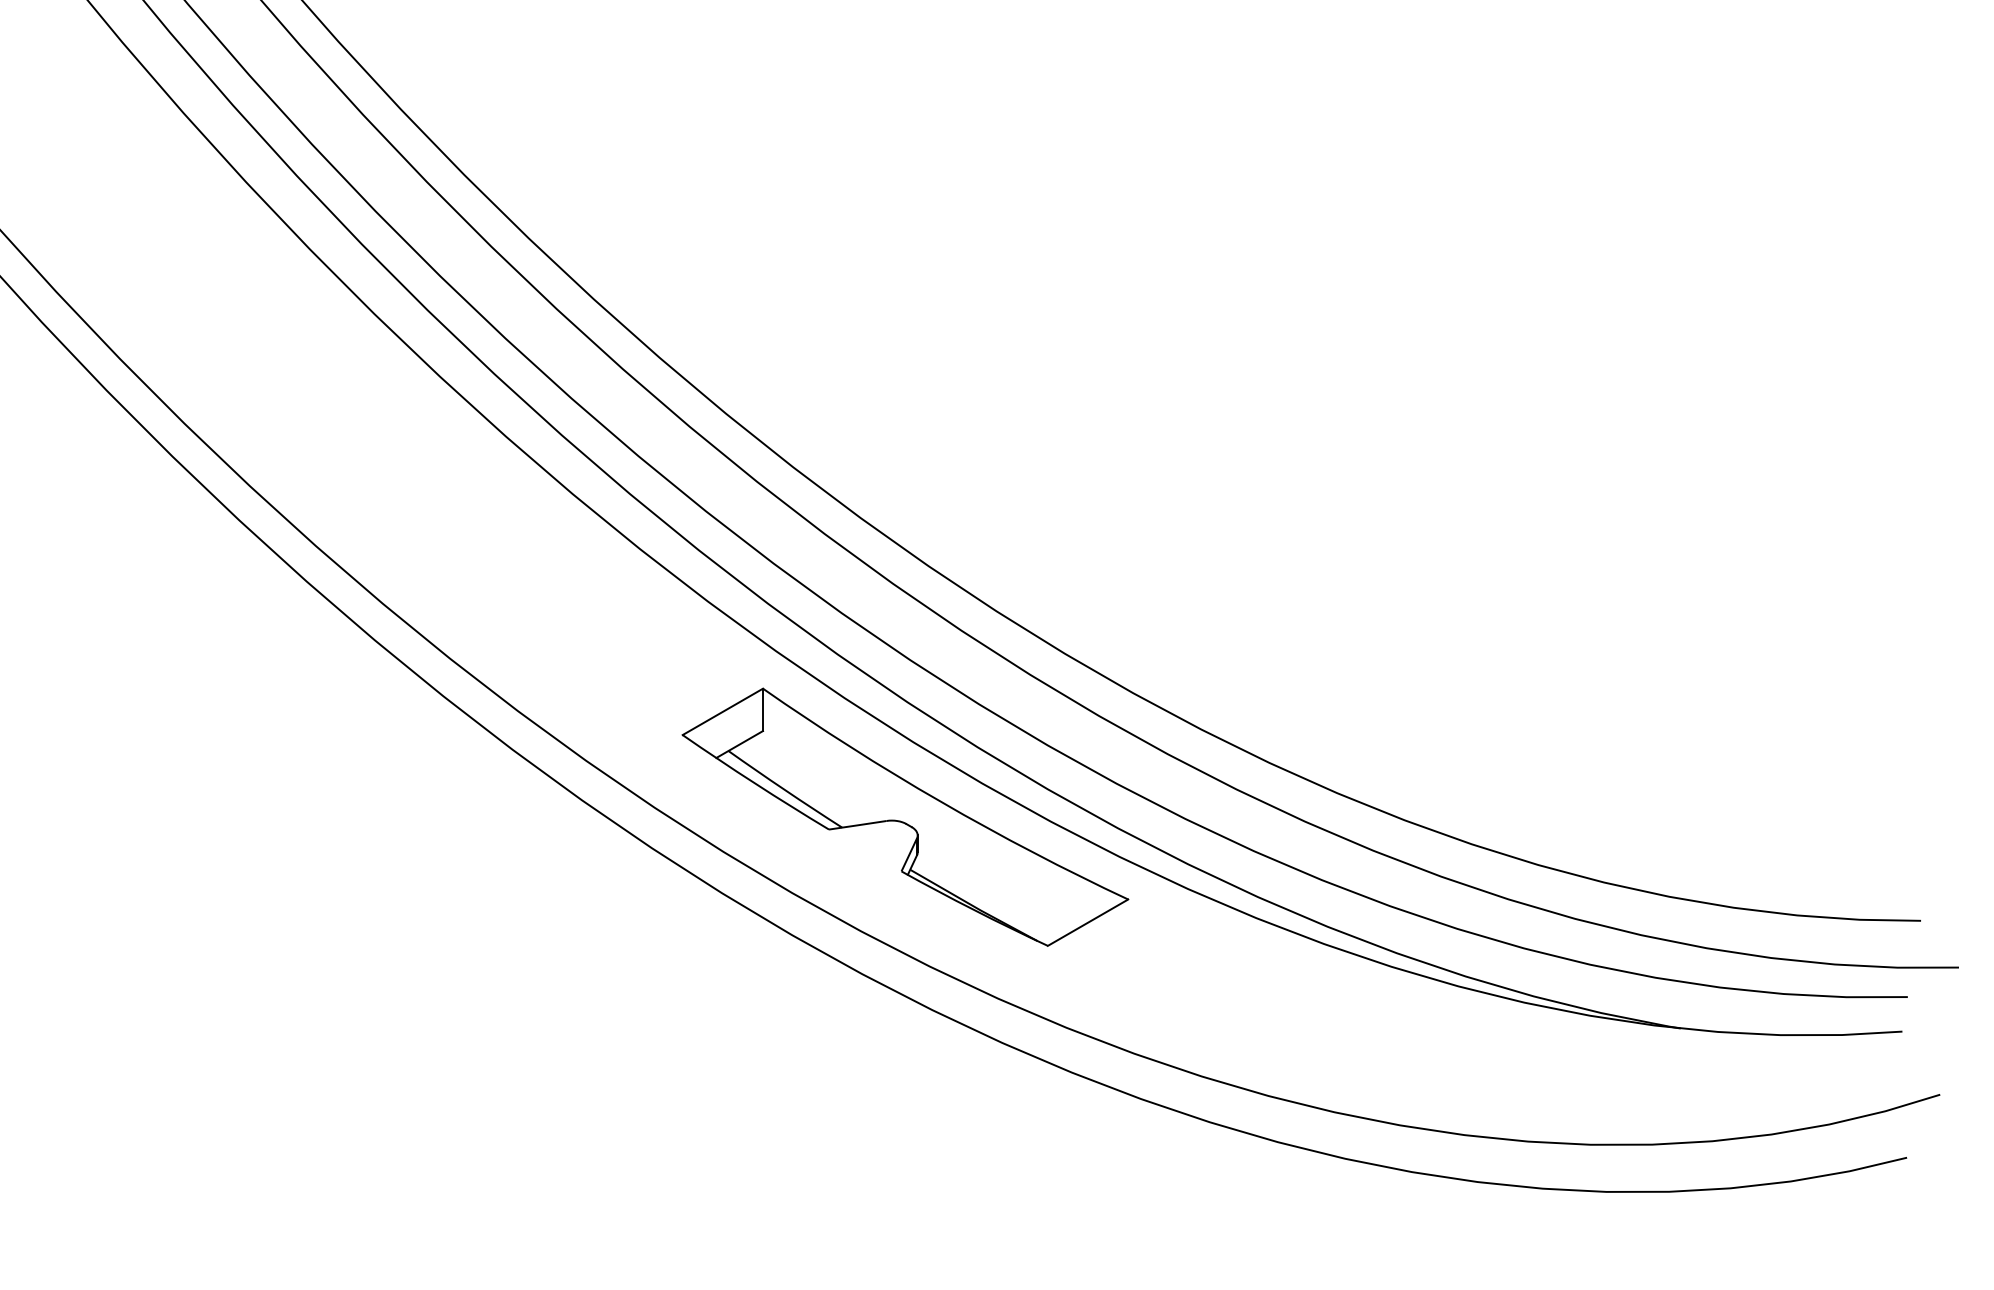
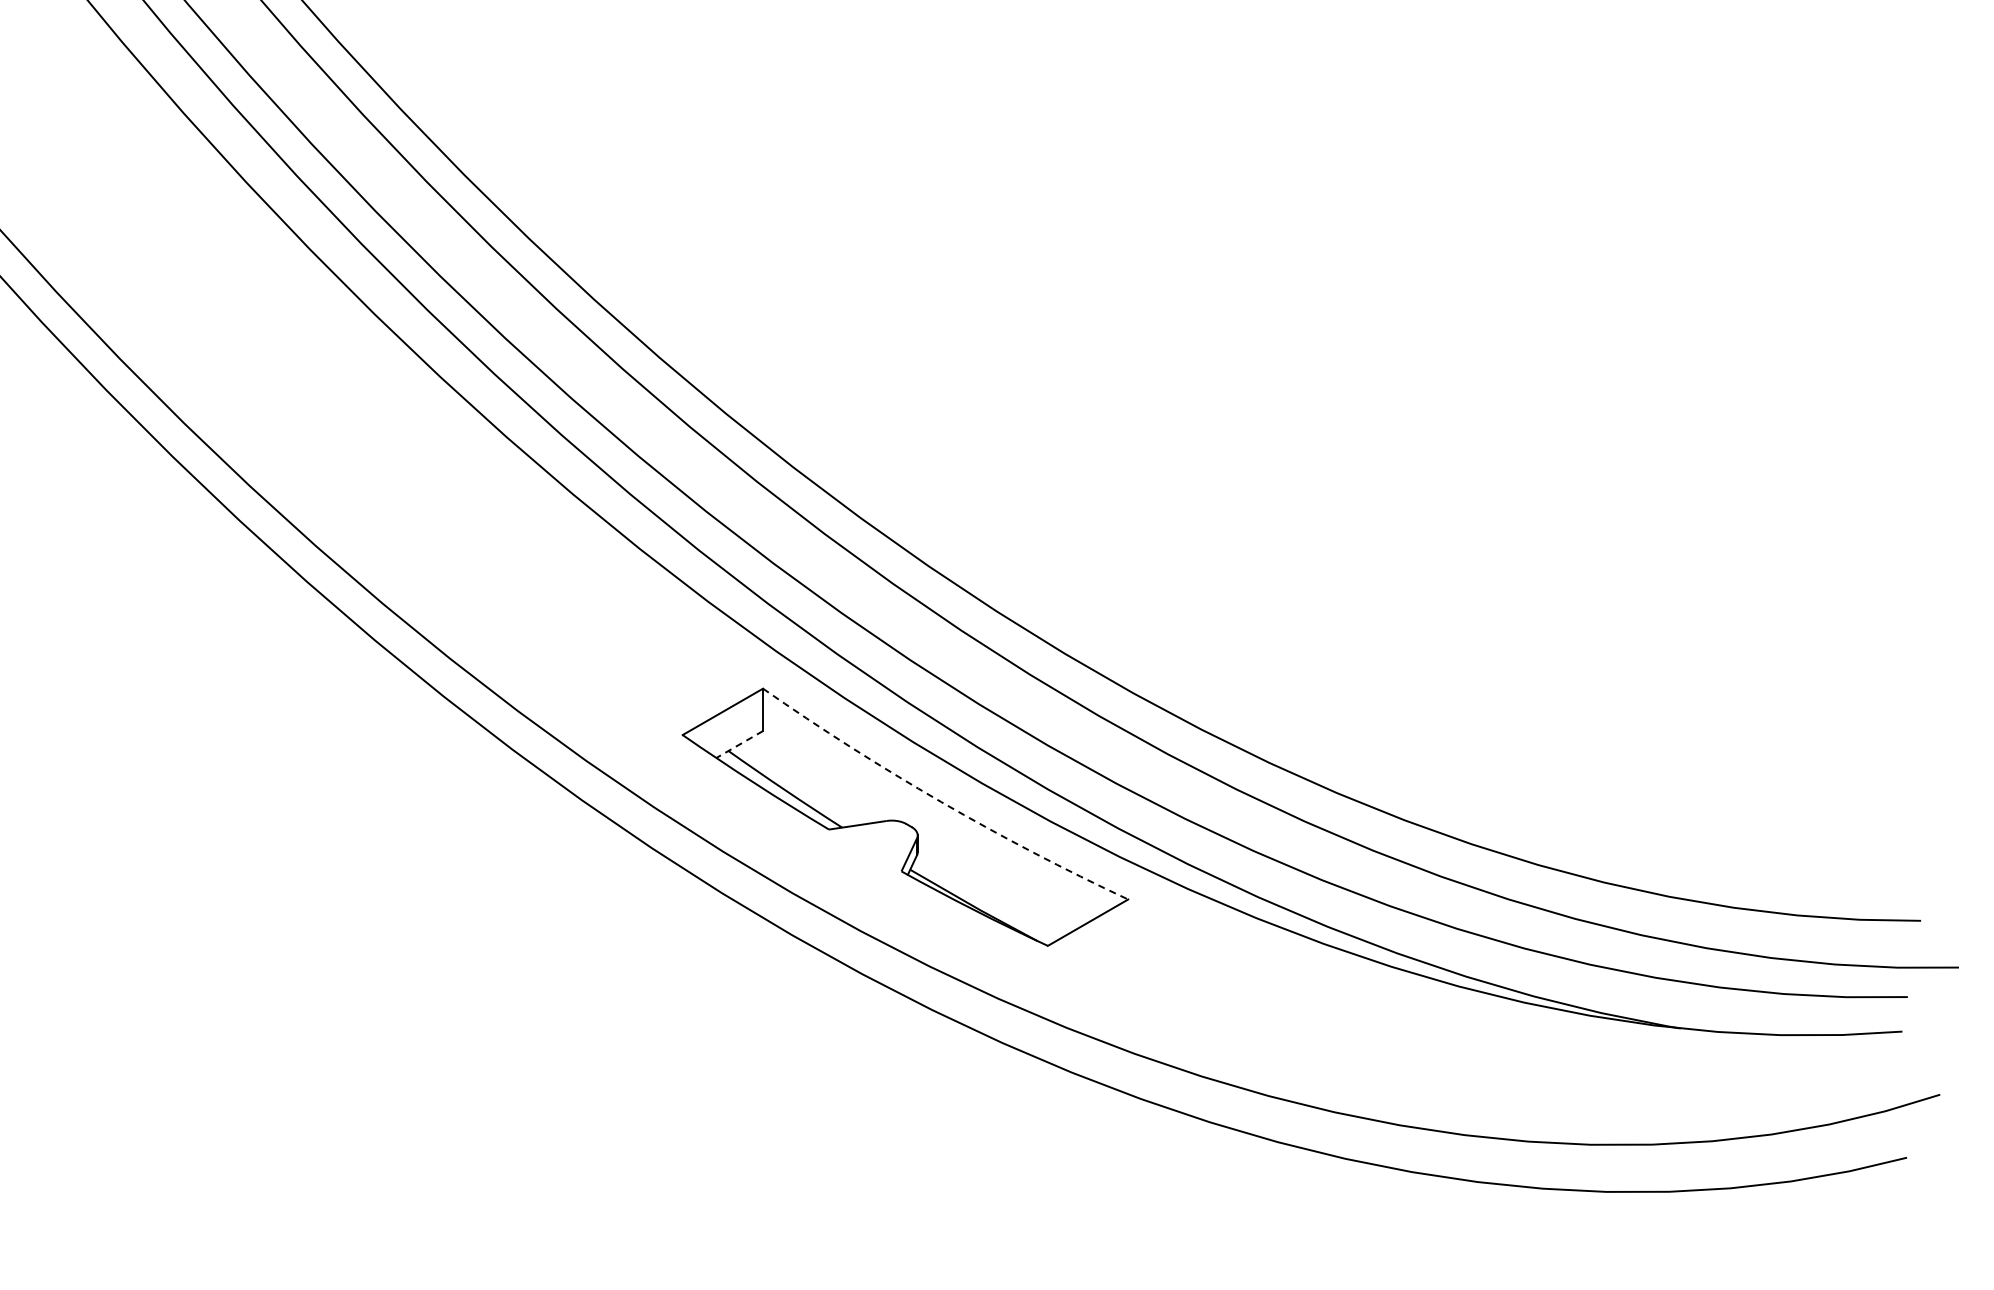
line at (739, 744): solid -> dashed
arc at (941, 801): solid -> dashed
